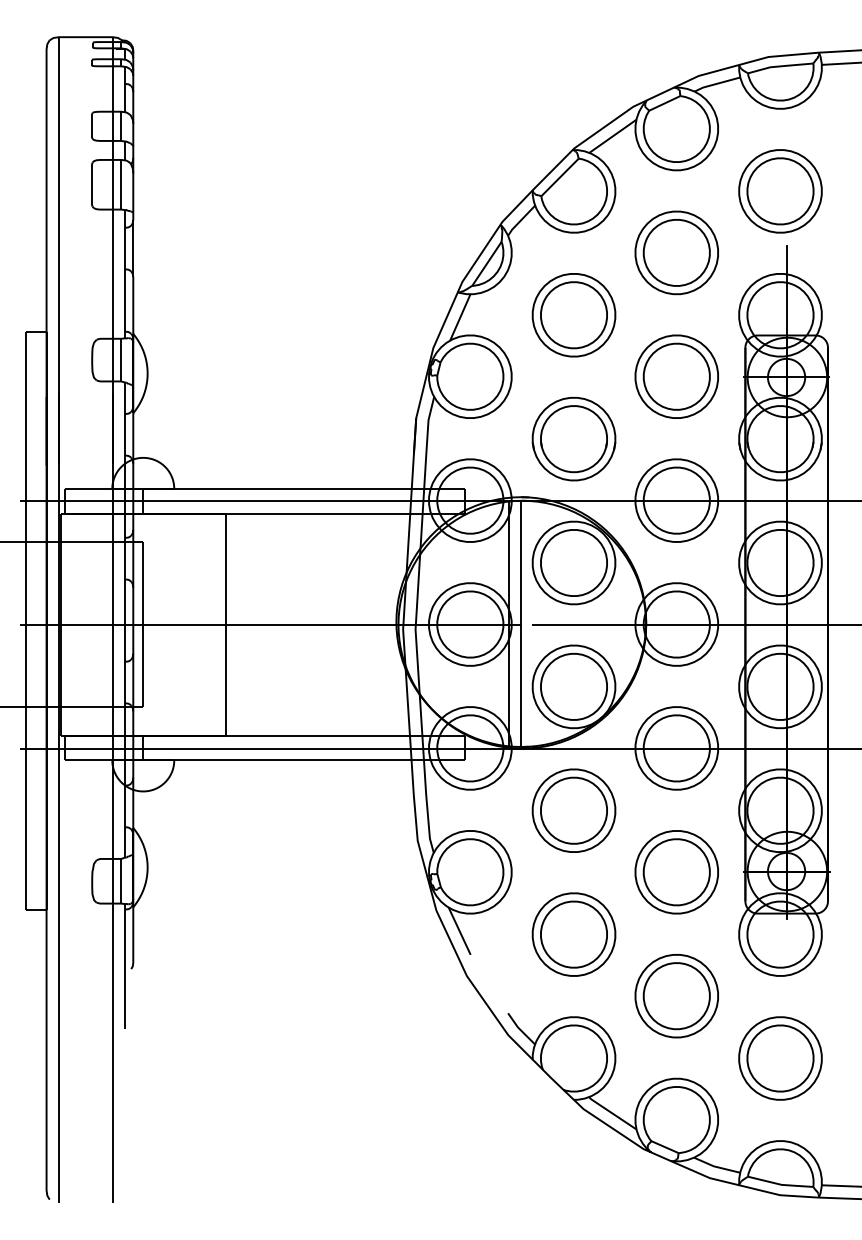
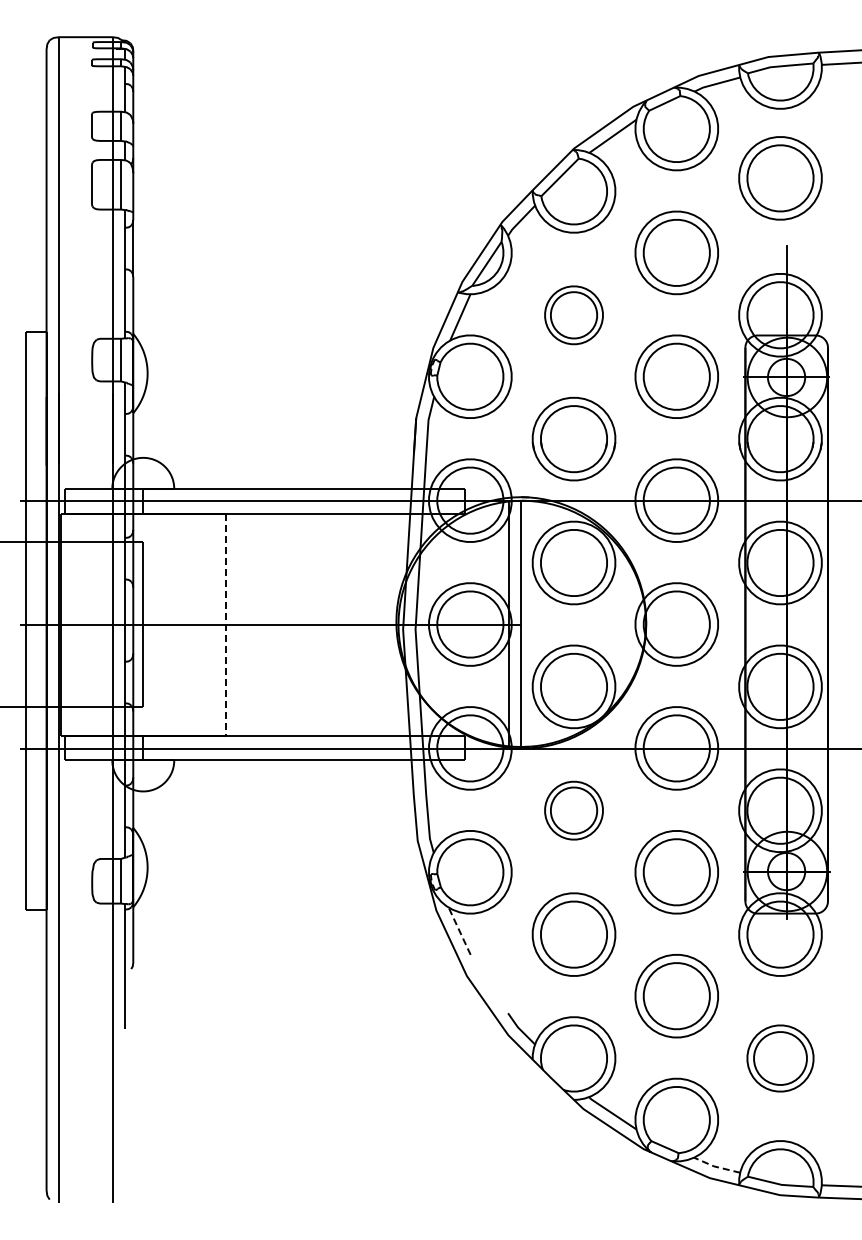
part at (780, 191) position: (780, 191) -> (780, 178)
part at (573, 315) size: 86x85 px -> 60x61 px
line at (695, 624): present -> none
line at (225, 625): solid -> dashed
part at (573, 810) size: 86x85 px -> 60x61 px
line at (459, 930): solid -> dashed
part at (780, 1058) size: 85x85 px -> 69x69 px
line at (715, 1166): solid -> dashed
